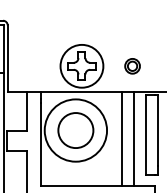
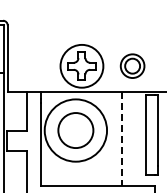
part at (132, 66) size: 17x17 px -> 27x26 px
line at (134, 138): present -> none
line at (121, 139): solid -> dashed
